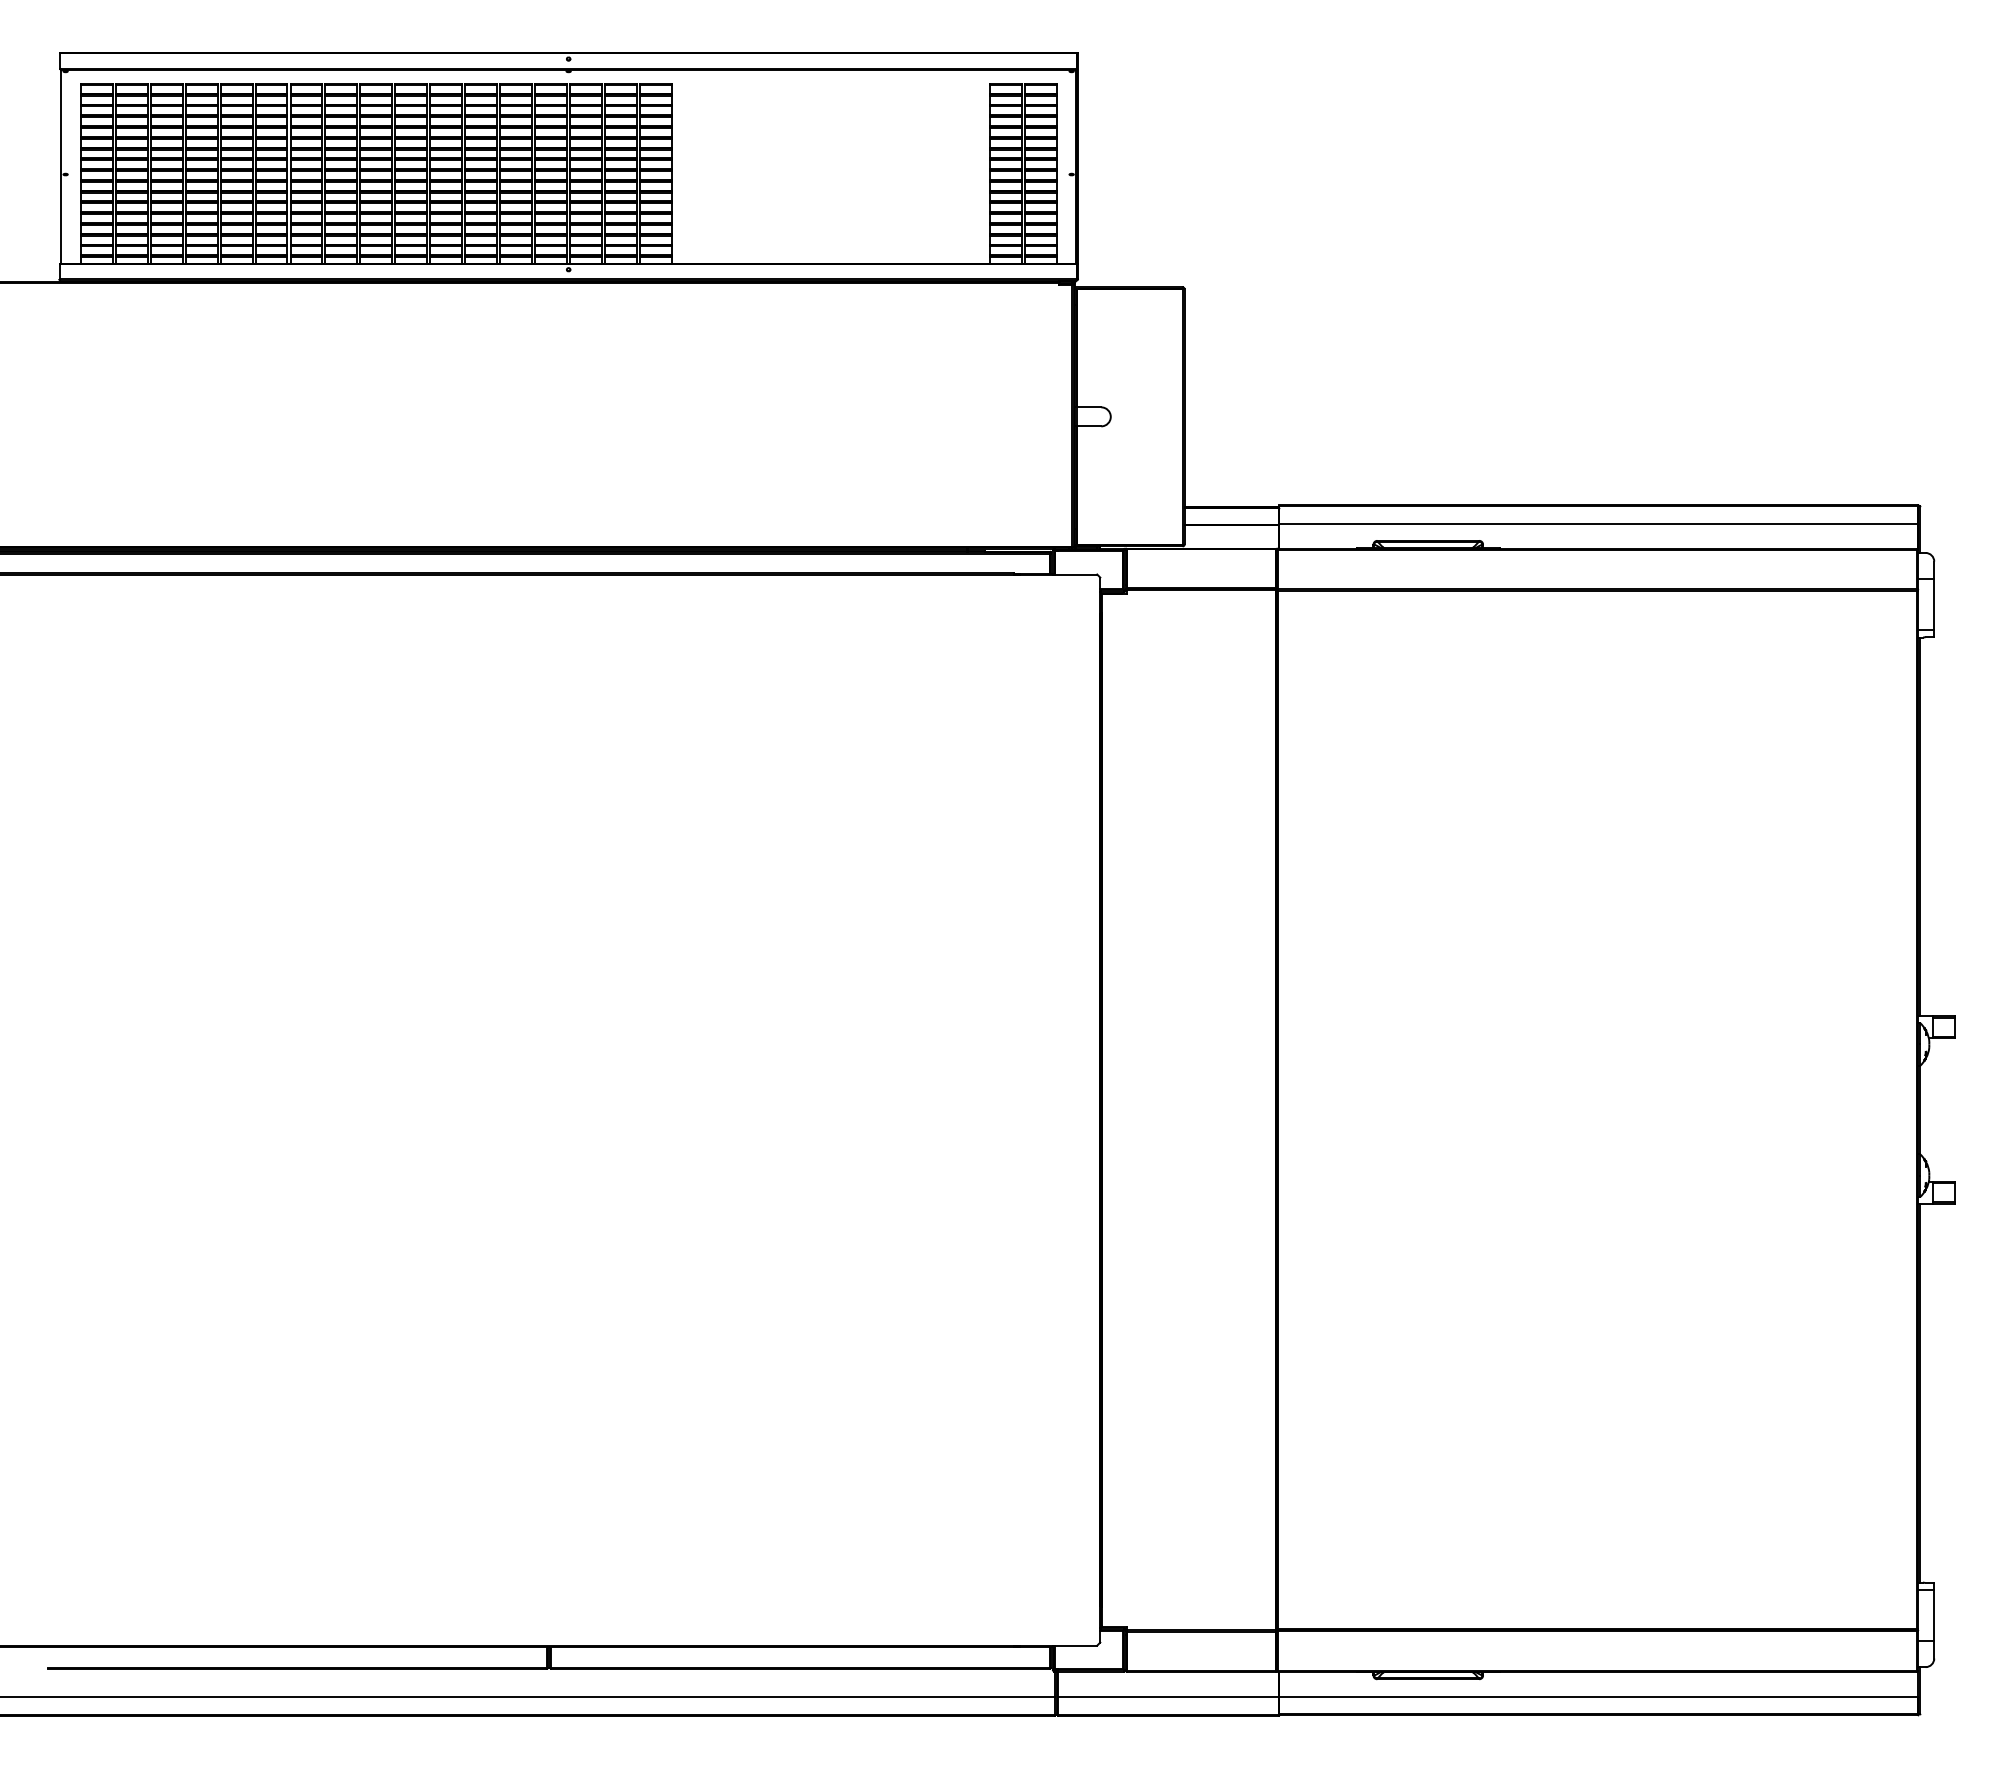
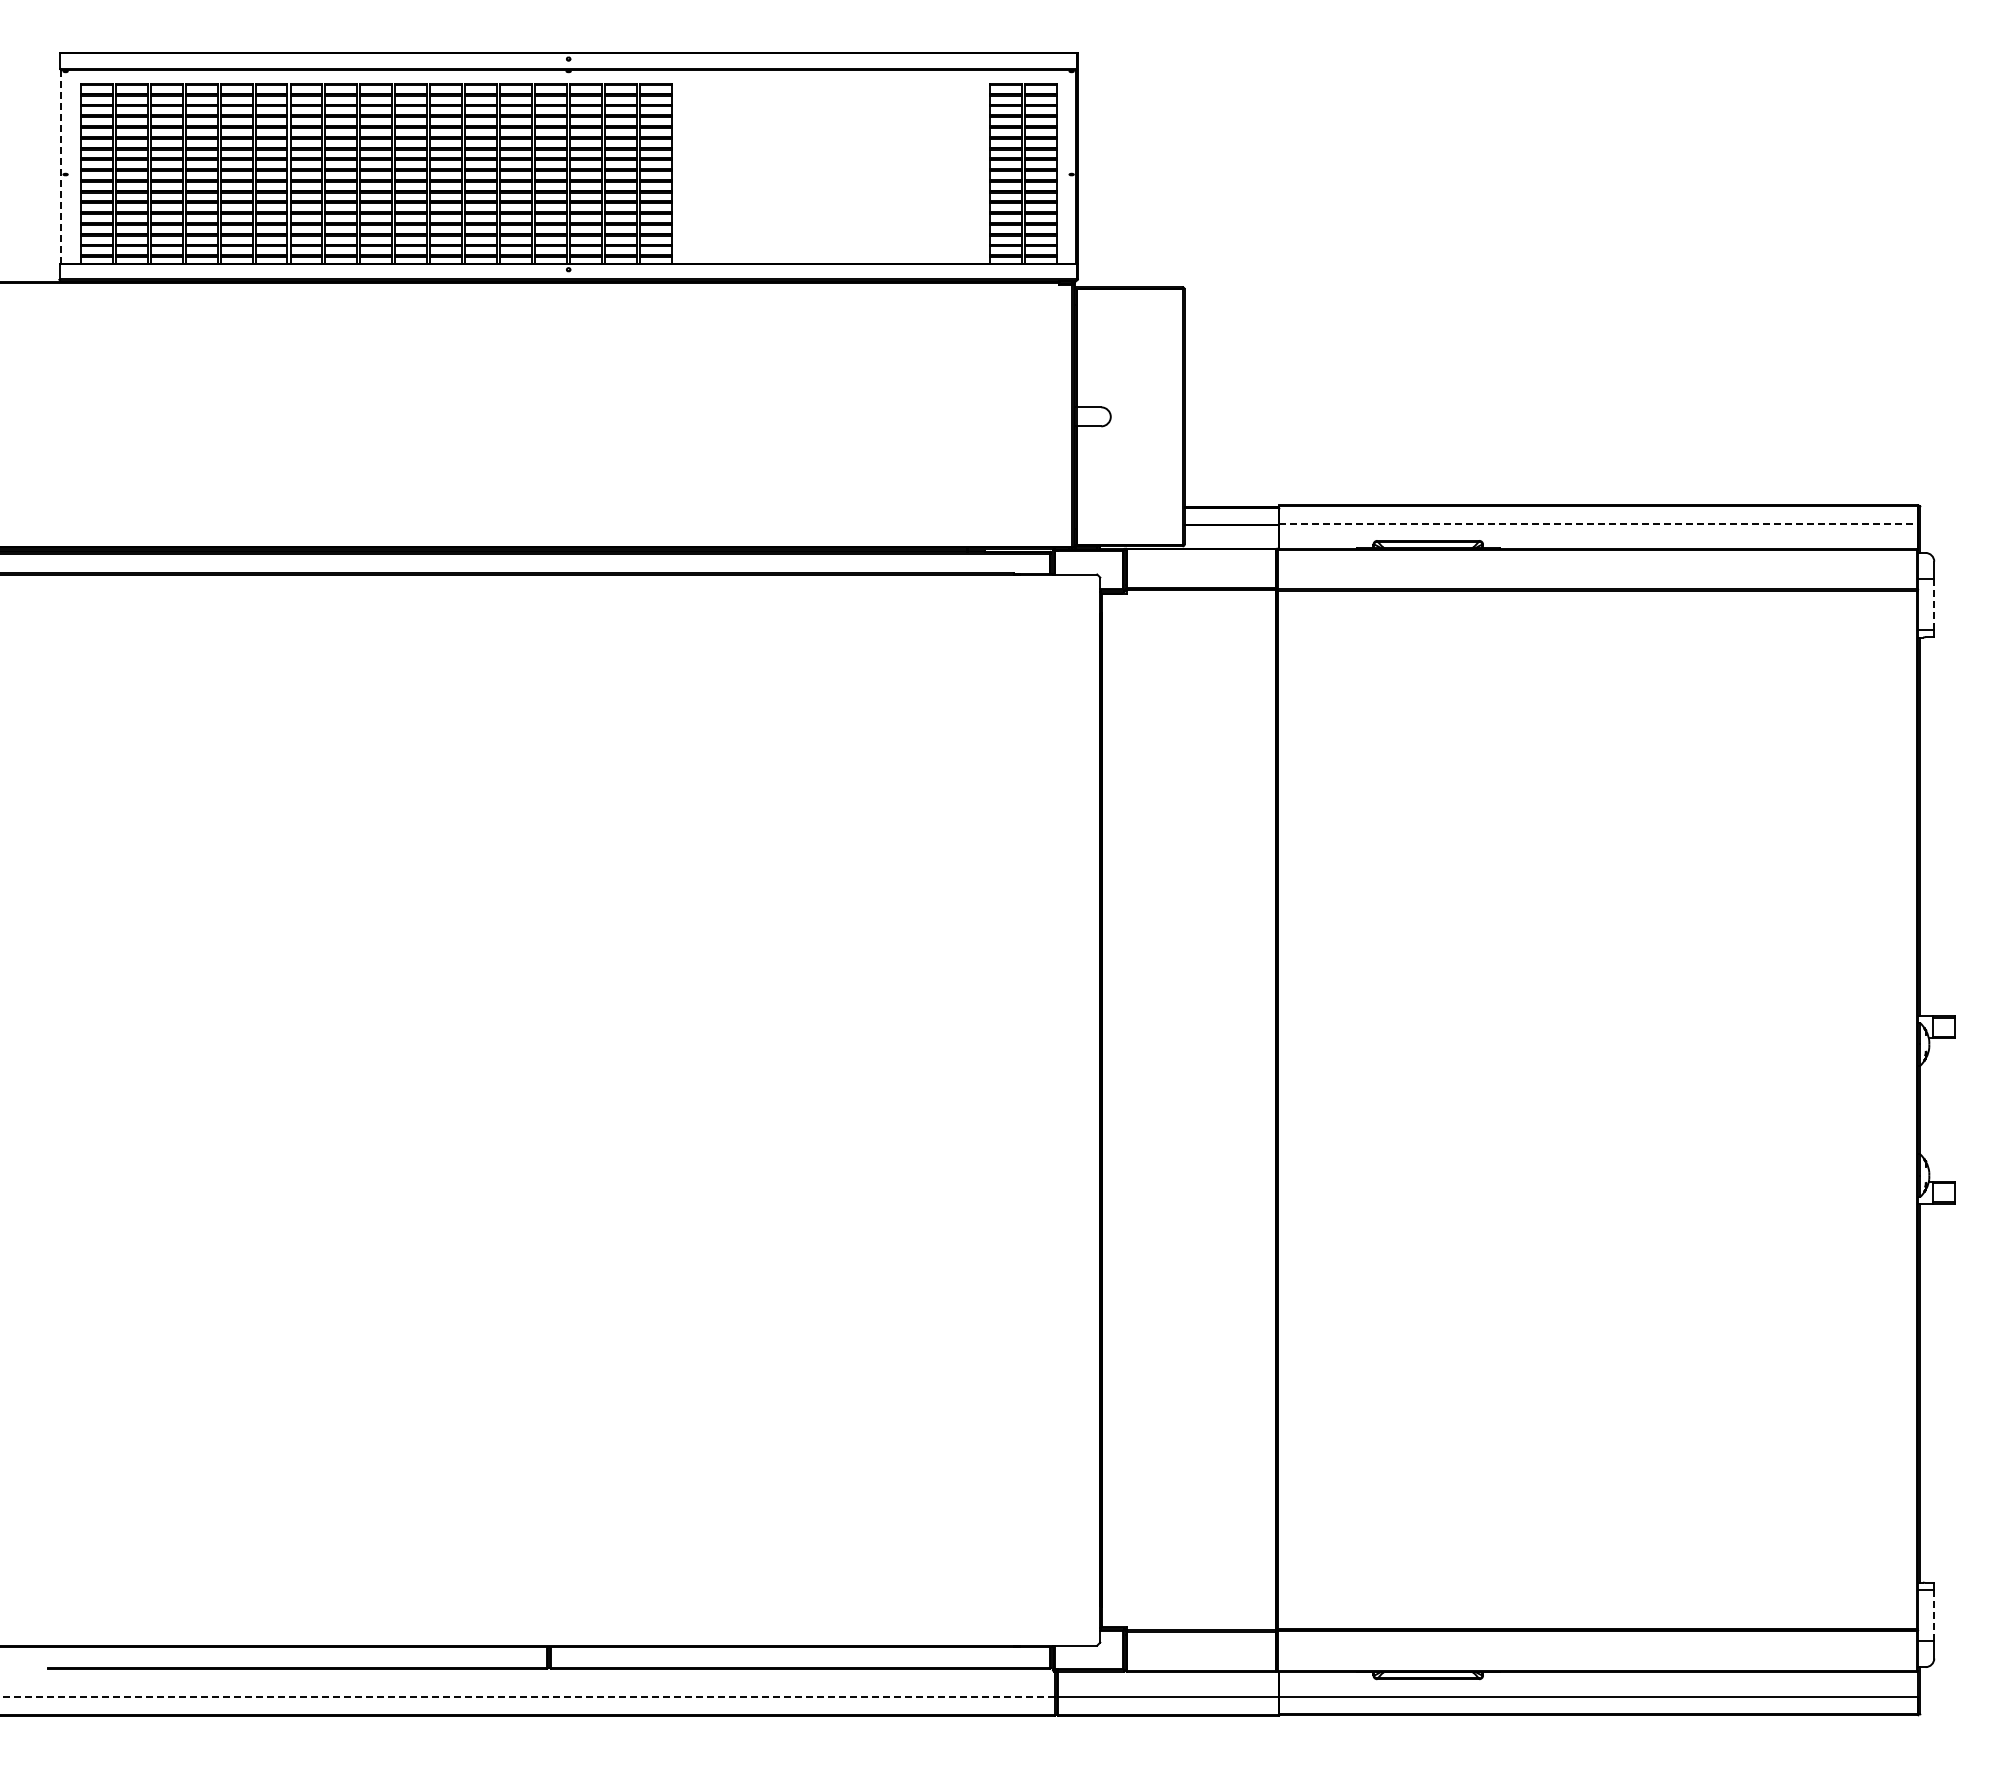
line at (61, 166): solid -> dashed
line at (1598, 523): solid -> dashed
line at (1934, 604): solid -> dashed
line at (1934, 1615): solid -> dashed
line at (527, 1697): solid -> dashed
